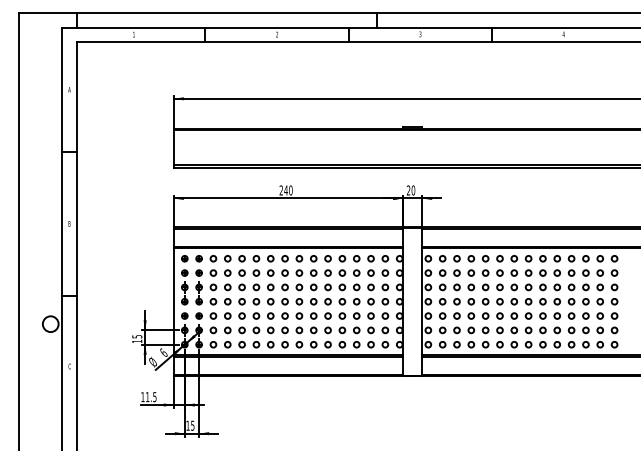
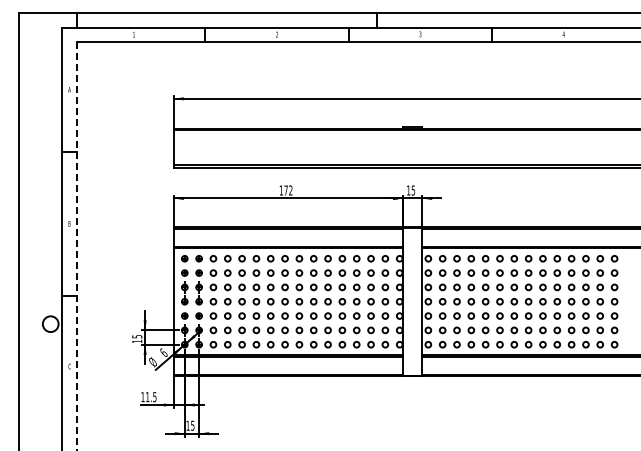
text at (285, 190): 240 -> 172
text at (410, 190): 20 -> 15
line at (76, 246): solid -> dashed
